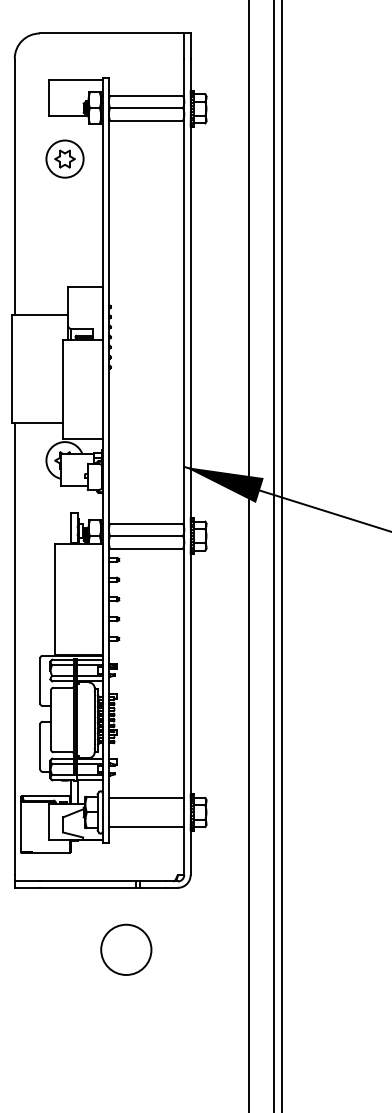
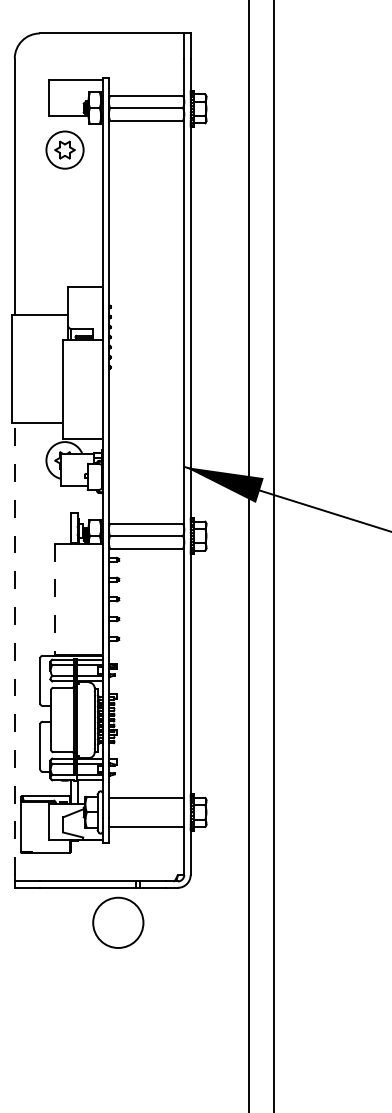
part at (64, 158) position: (64, 158) -> (64, 149)
line at (281, 555): present -> none
line at (55, 599): solid -> dashed
line at (14, 649): solid -> dashed
circle at (126, 949) position: (126, 949) -> (118, 922)
